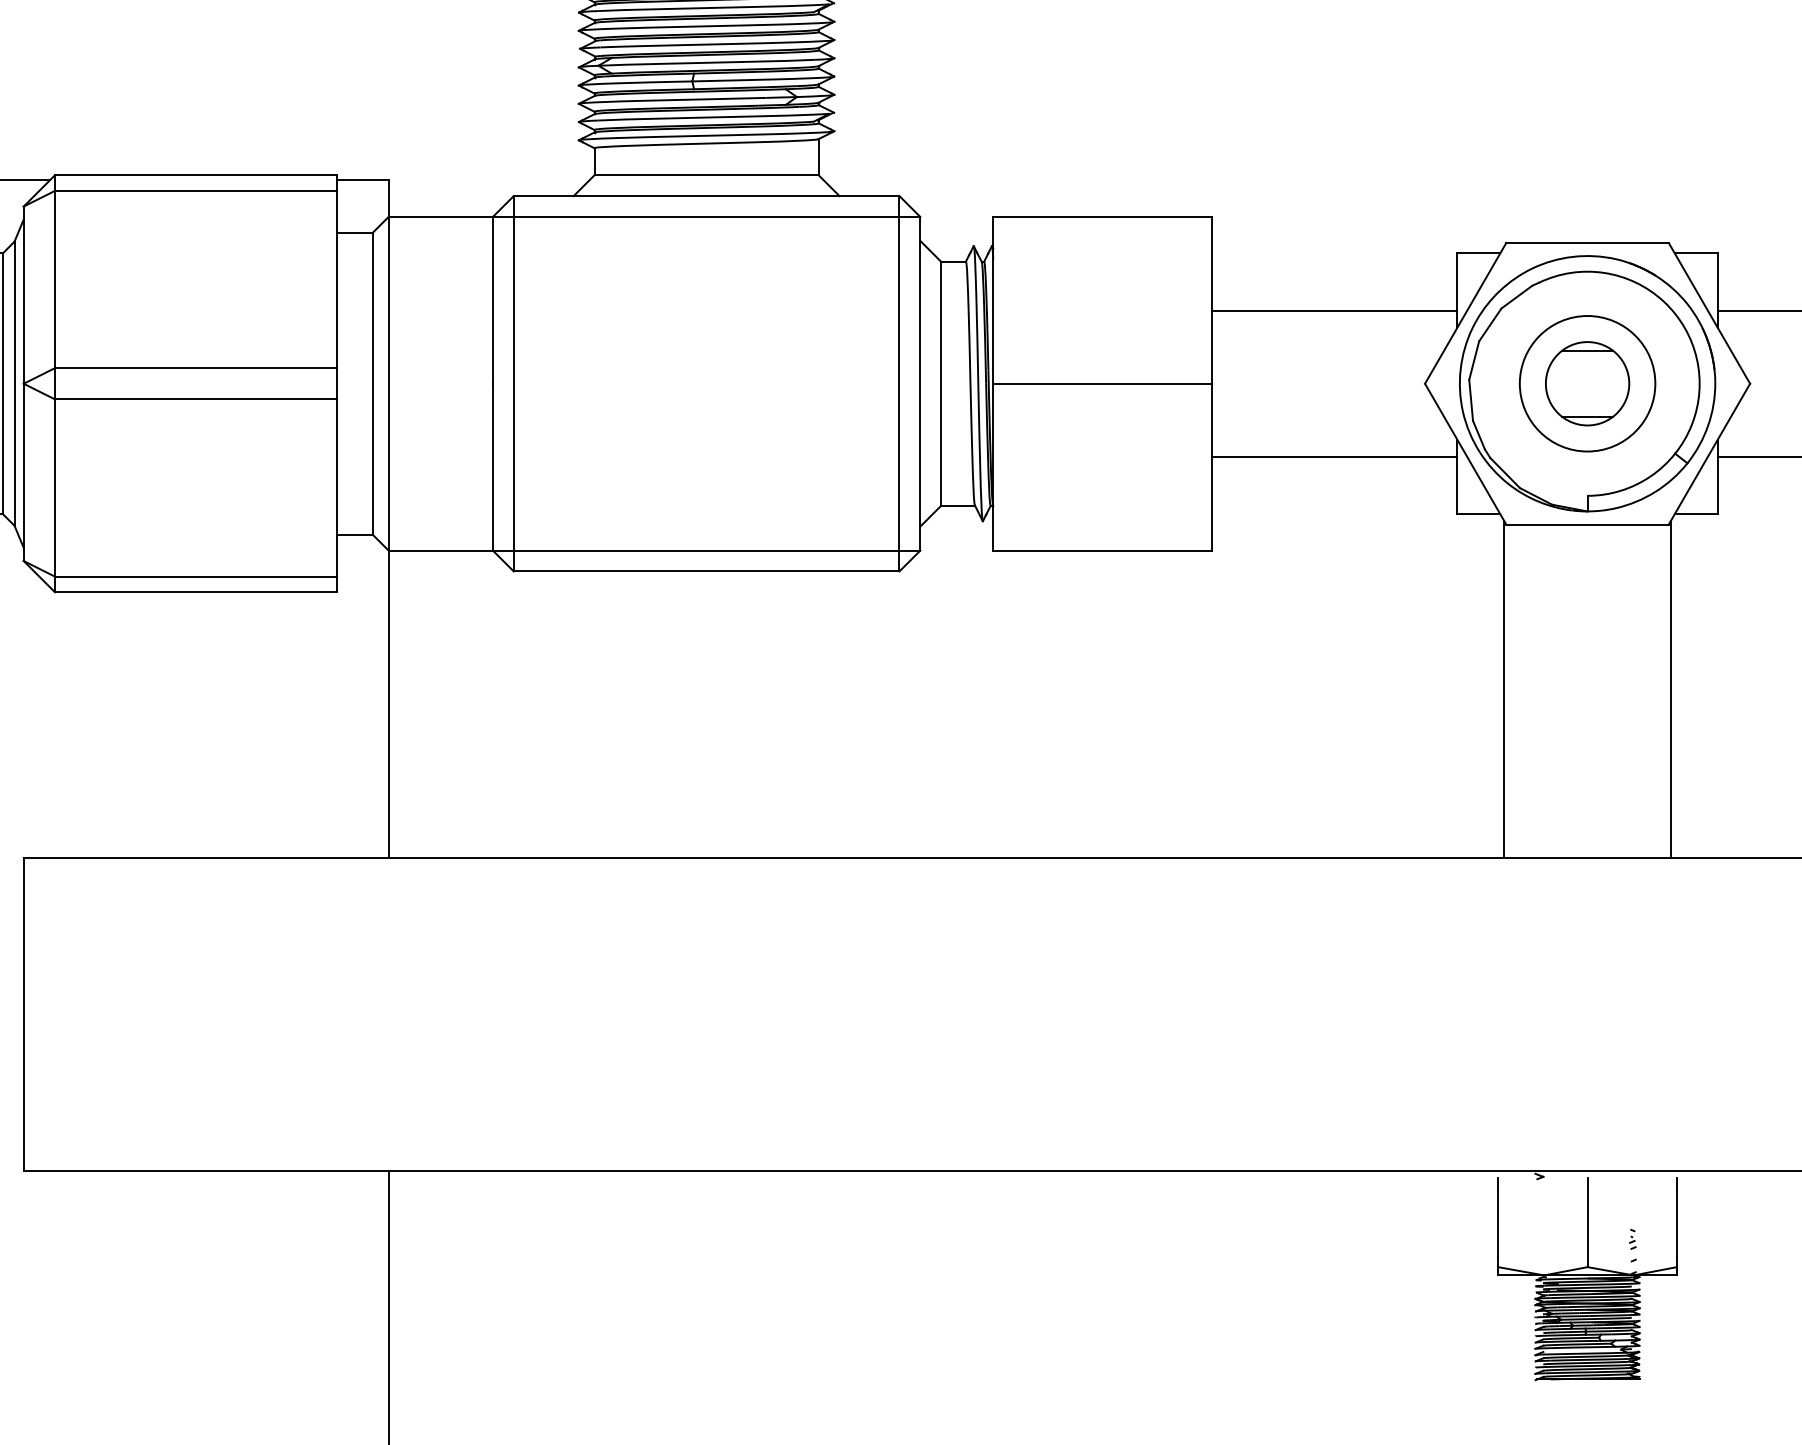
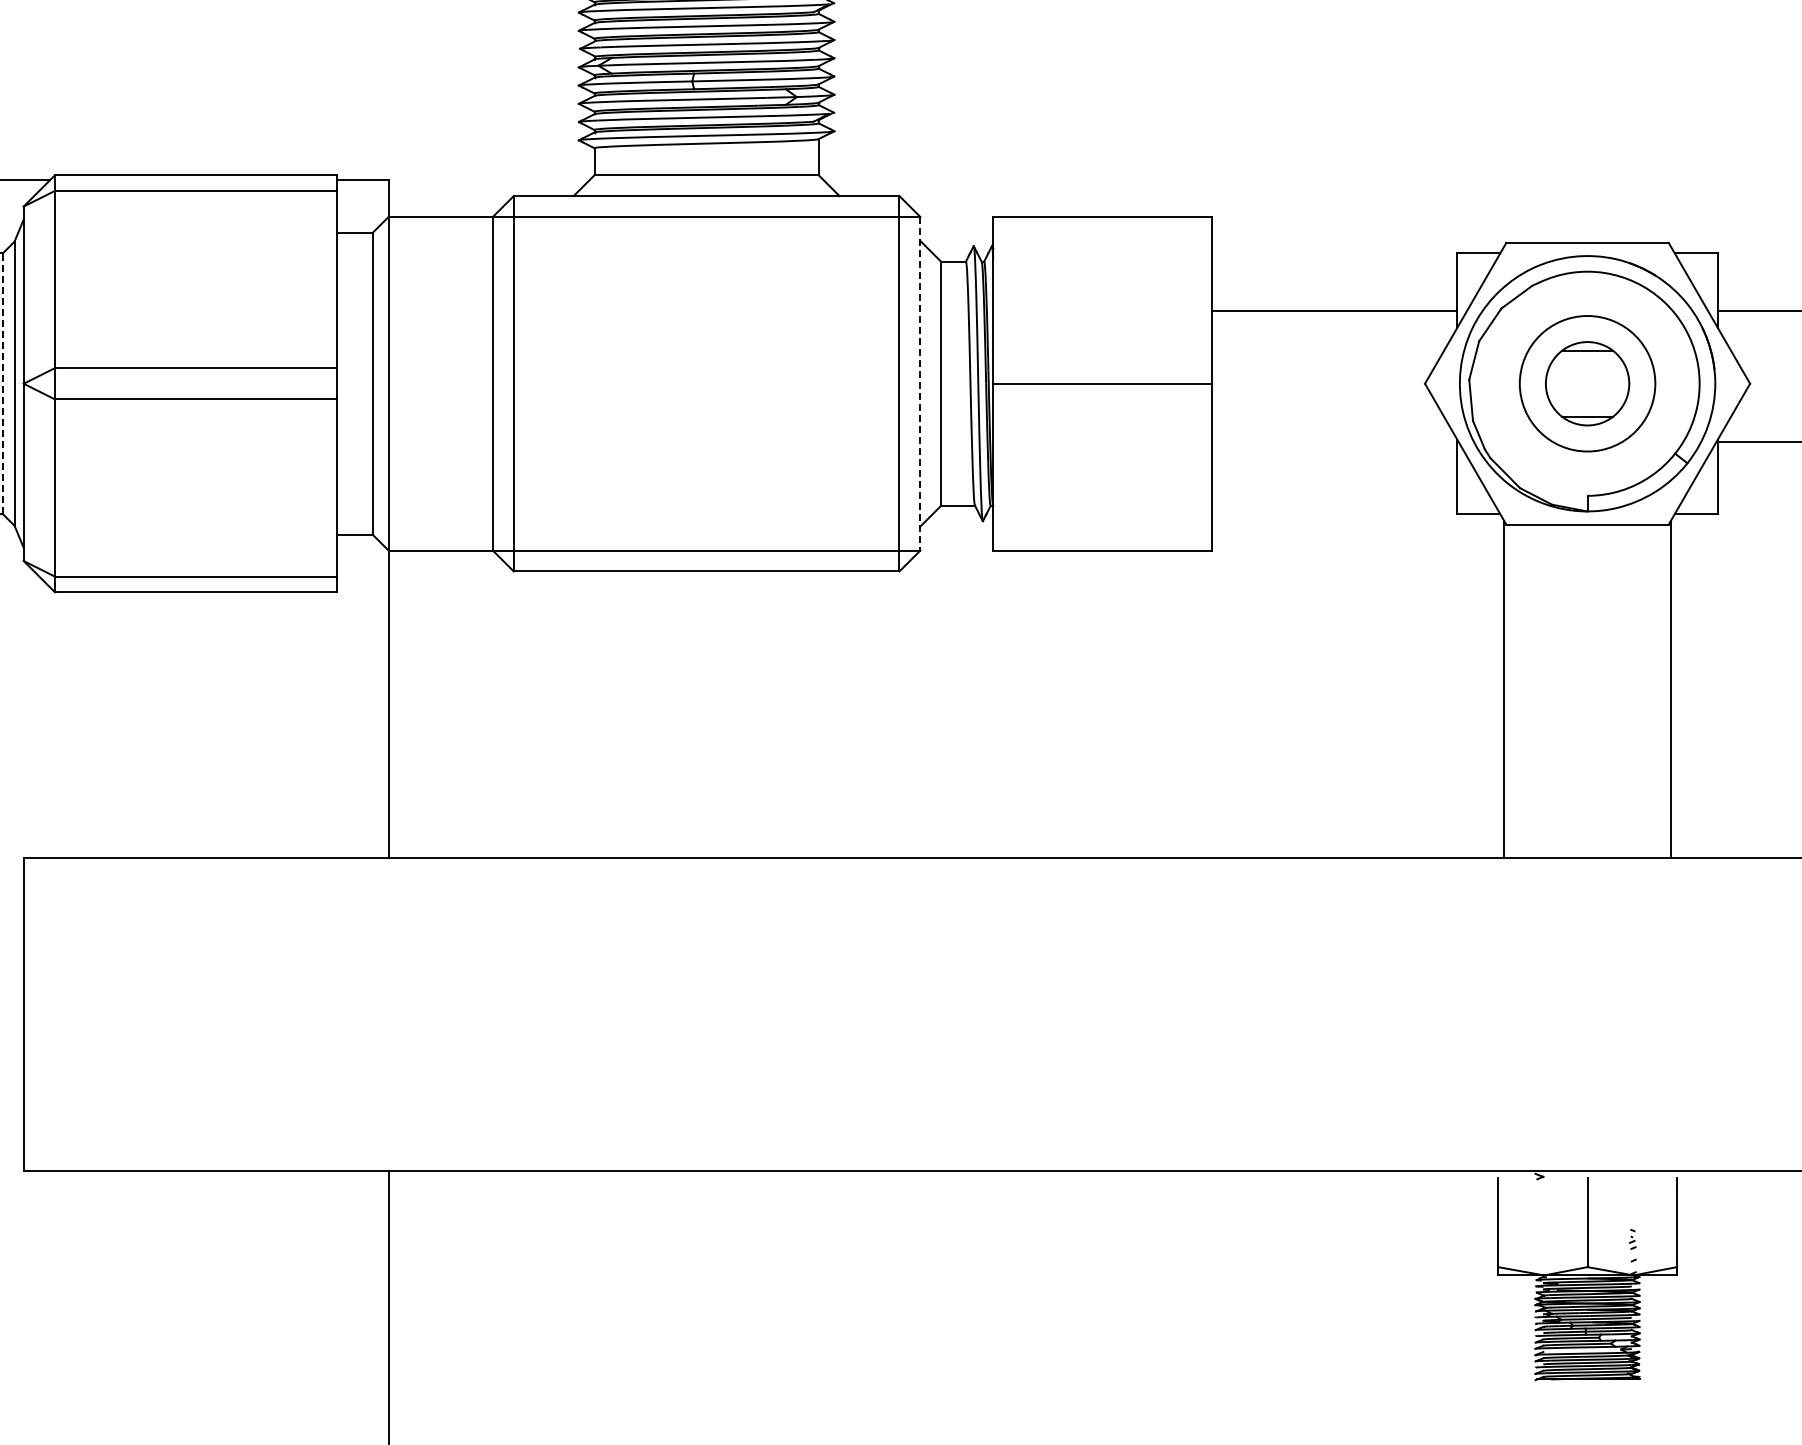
line at (2, 383): solid -> dashed
line at (920, 383): solid -> dashed
line at (1334, 456): present -> none
line at (1757, 456) position: (1757, 456) -> (1757, 441)
